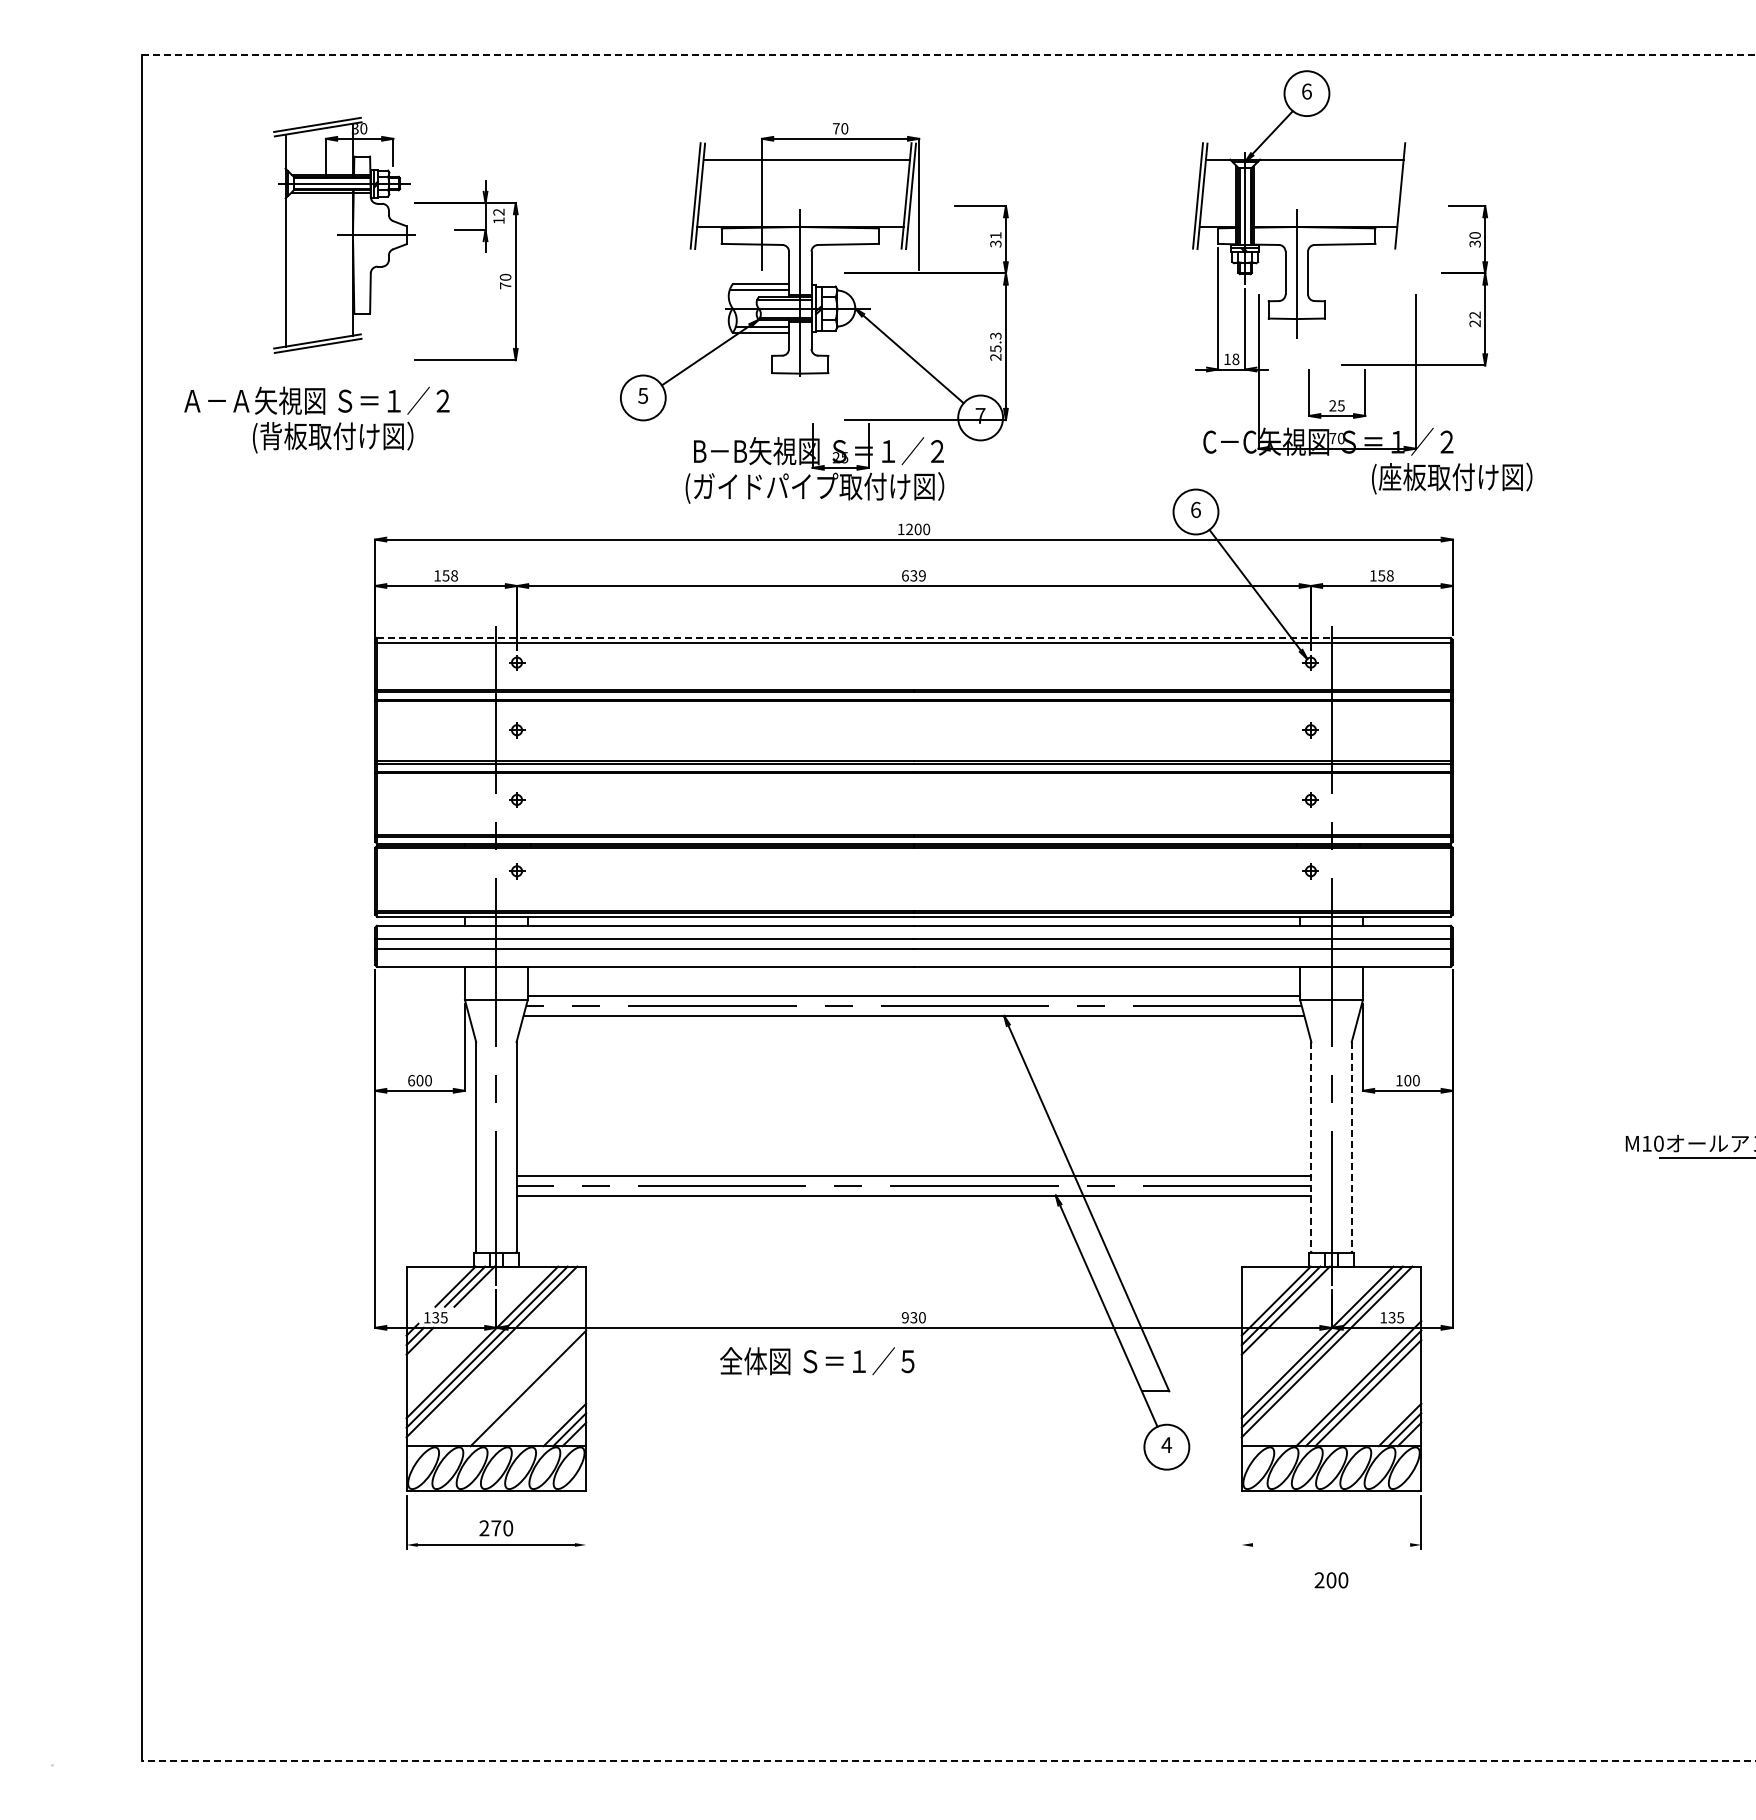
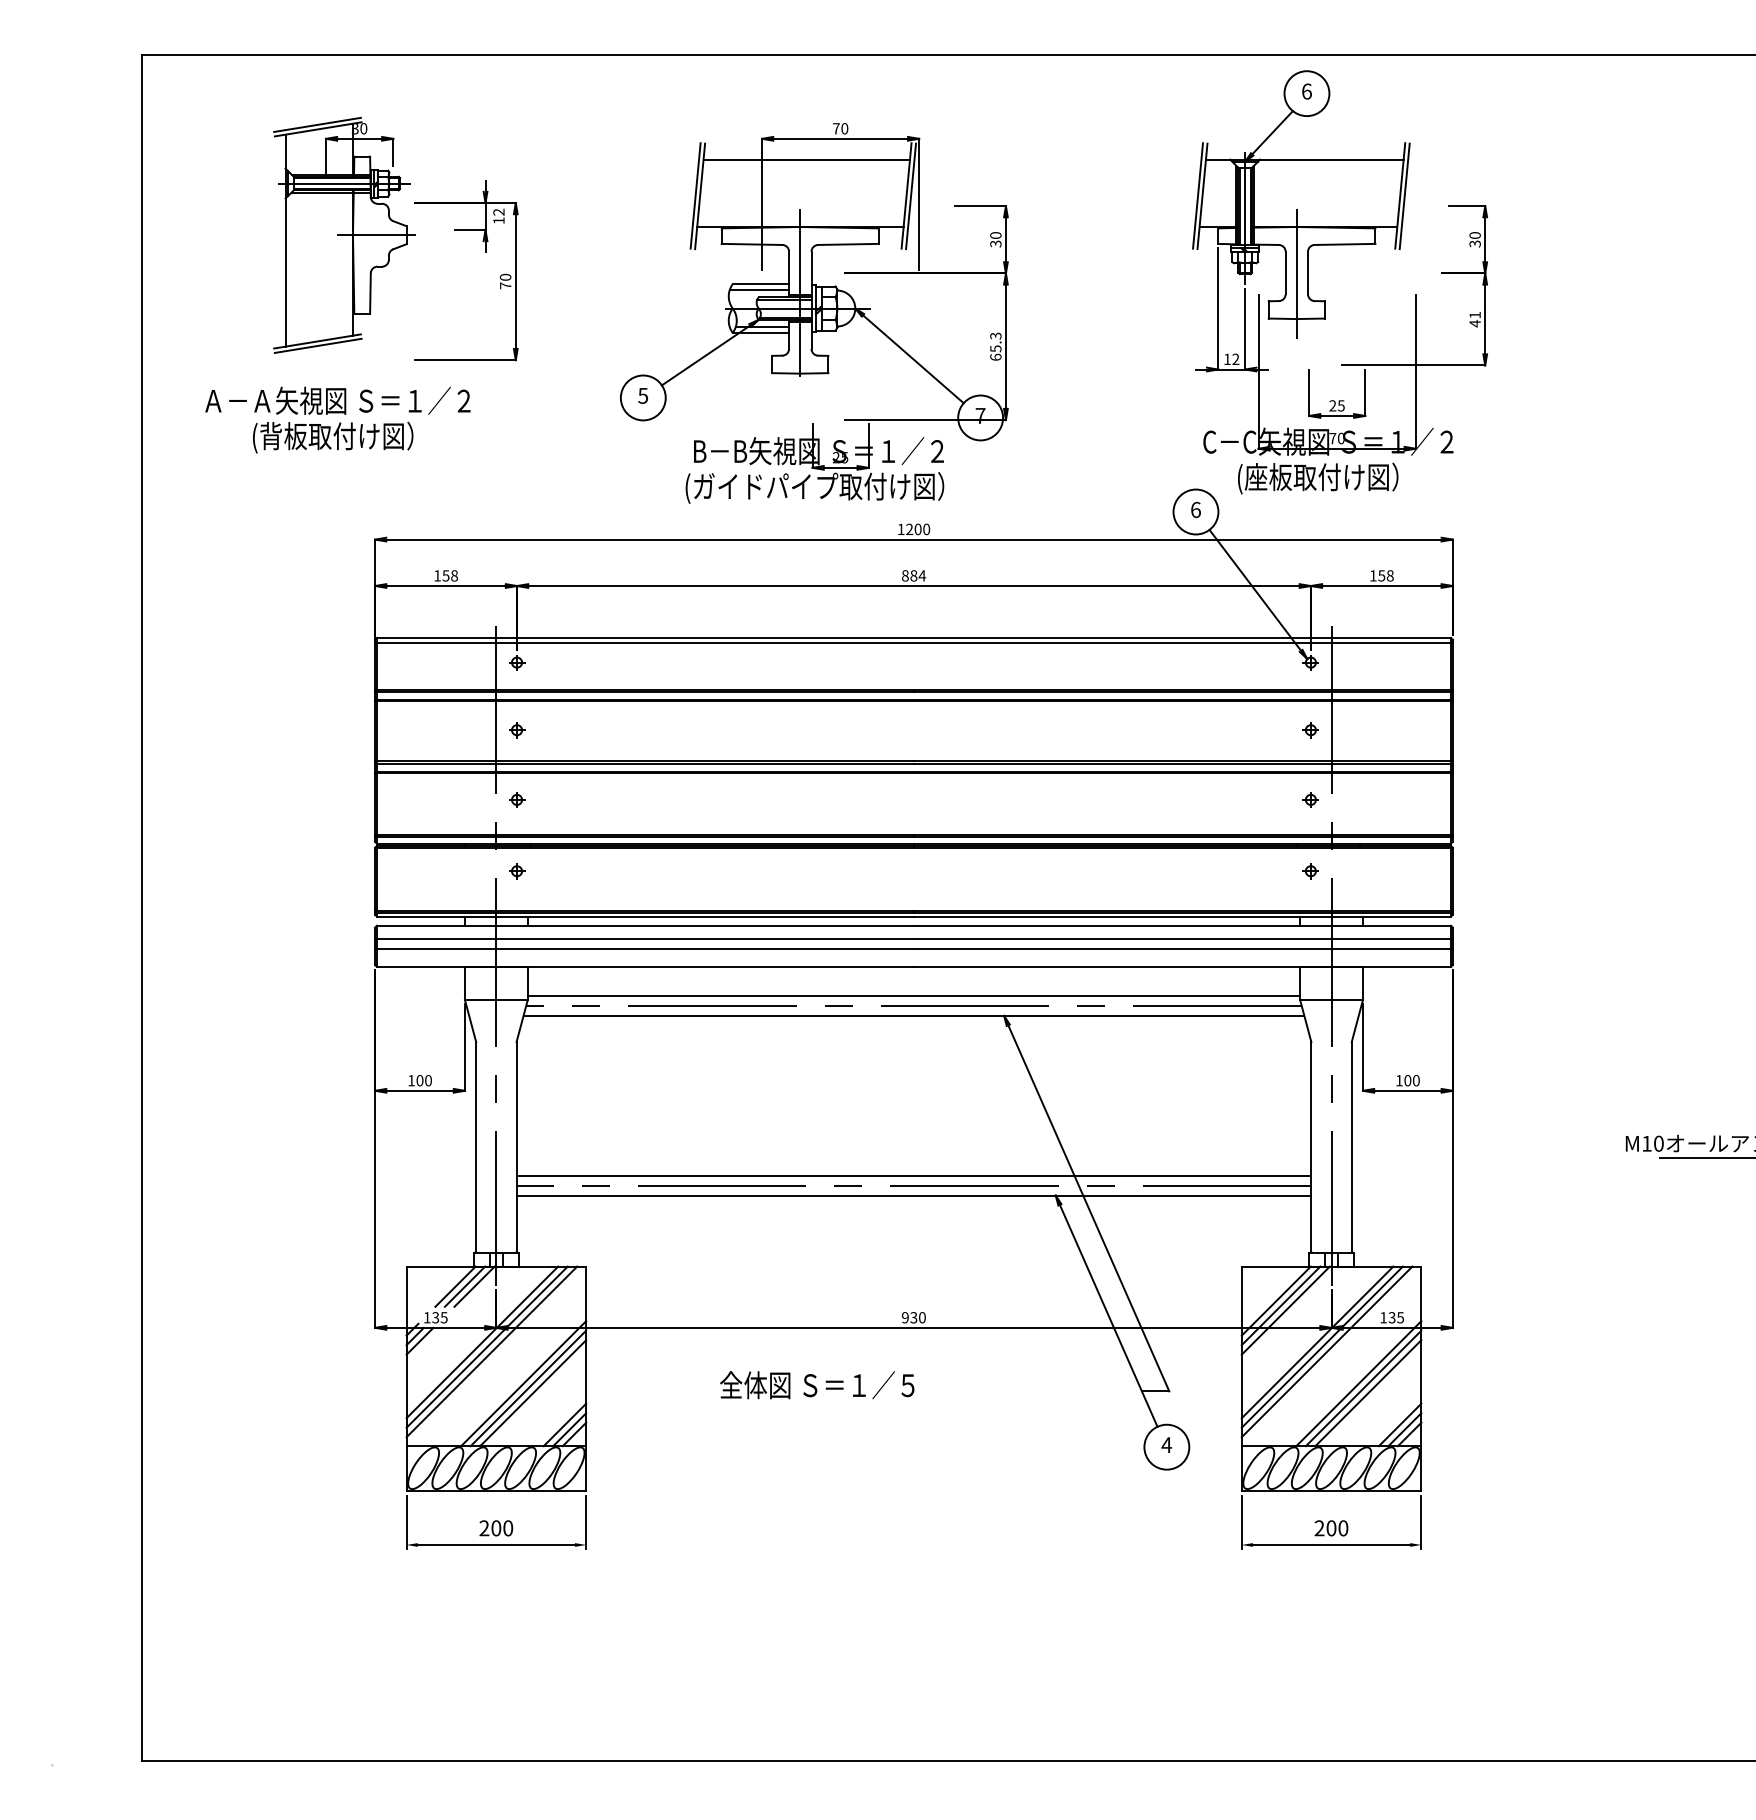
line at (949, 54): dashed -> solid
line at (1404, 196): none -> present
text at (995, 235): 31 -> 30
text at (1474, 319): 22 -> 41
text at (995, 356): 25.3 -> 65.3
text at (1235, 359): 18 -> 12
text at (316, 400) position: (316, 400) -> (337, 400)
text at (1452, 478) position: (1452, 478) -> (1318, 478)
text at (914, 575): 639 -> 884
line at (854, 637): dashed -> solid
text at (411, 1080): 600 -> 100
line at (1311, 1146): dashed -> solid
line at (1351, 1146): dashed -> solid
text at (817, 1361) position: (817, 1361) -> (817, 1385)
line at (523, 1383): none -> present
line at (533, 1393): none -> present
line at (586, 1522): none -> present
line at (1241, 1522): none -> present
text at (496, 1528): 270 -> 200
line at (1331, 1544): none -> present
text at (1331, 1580) position: (1331, 1580) -> (1331, 1528)
line at (949, 1760): dashed -> solid
